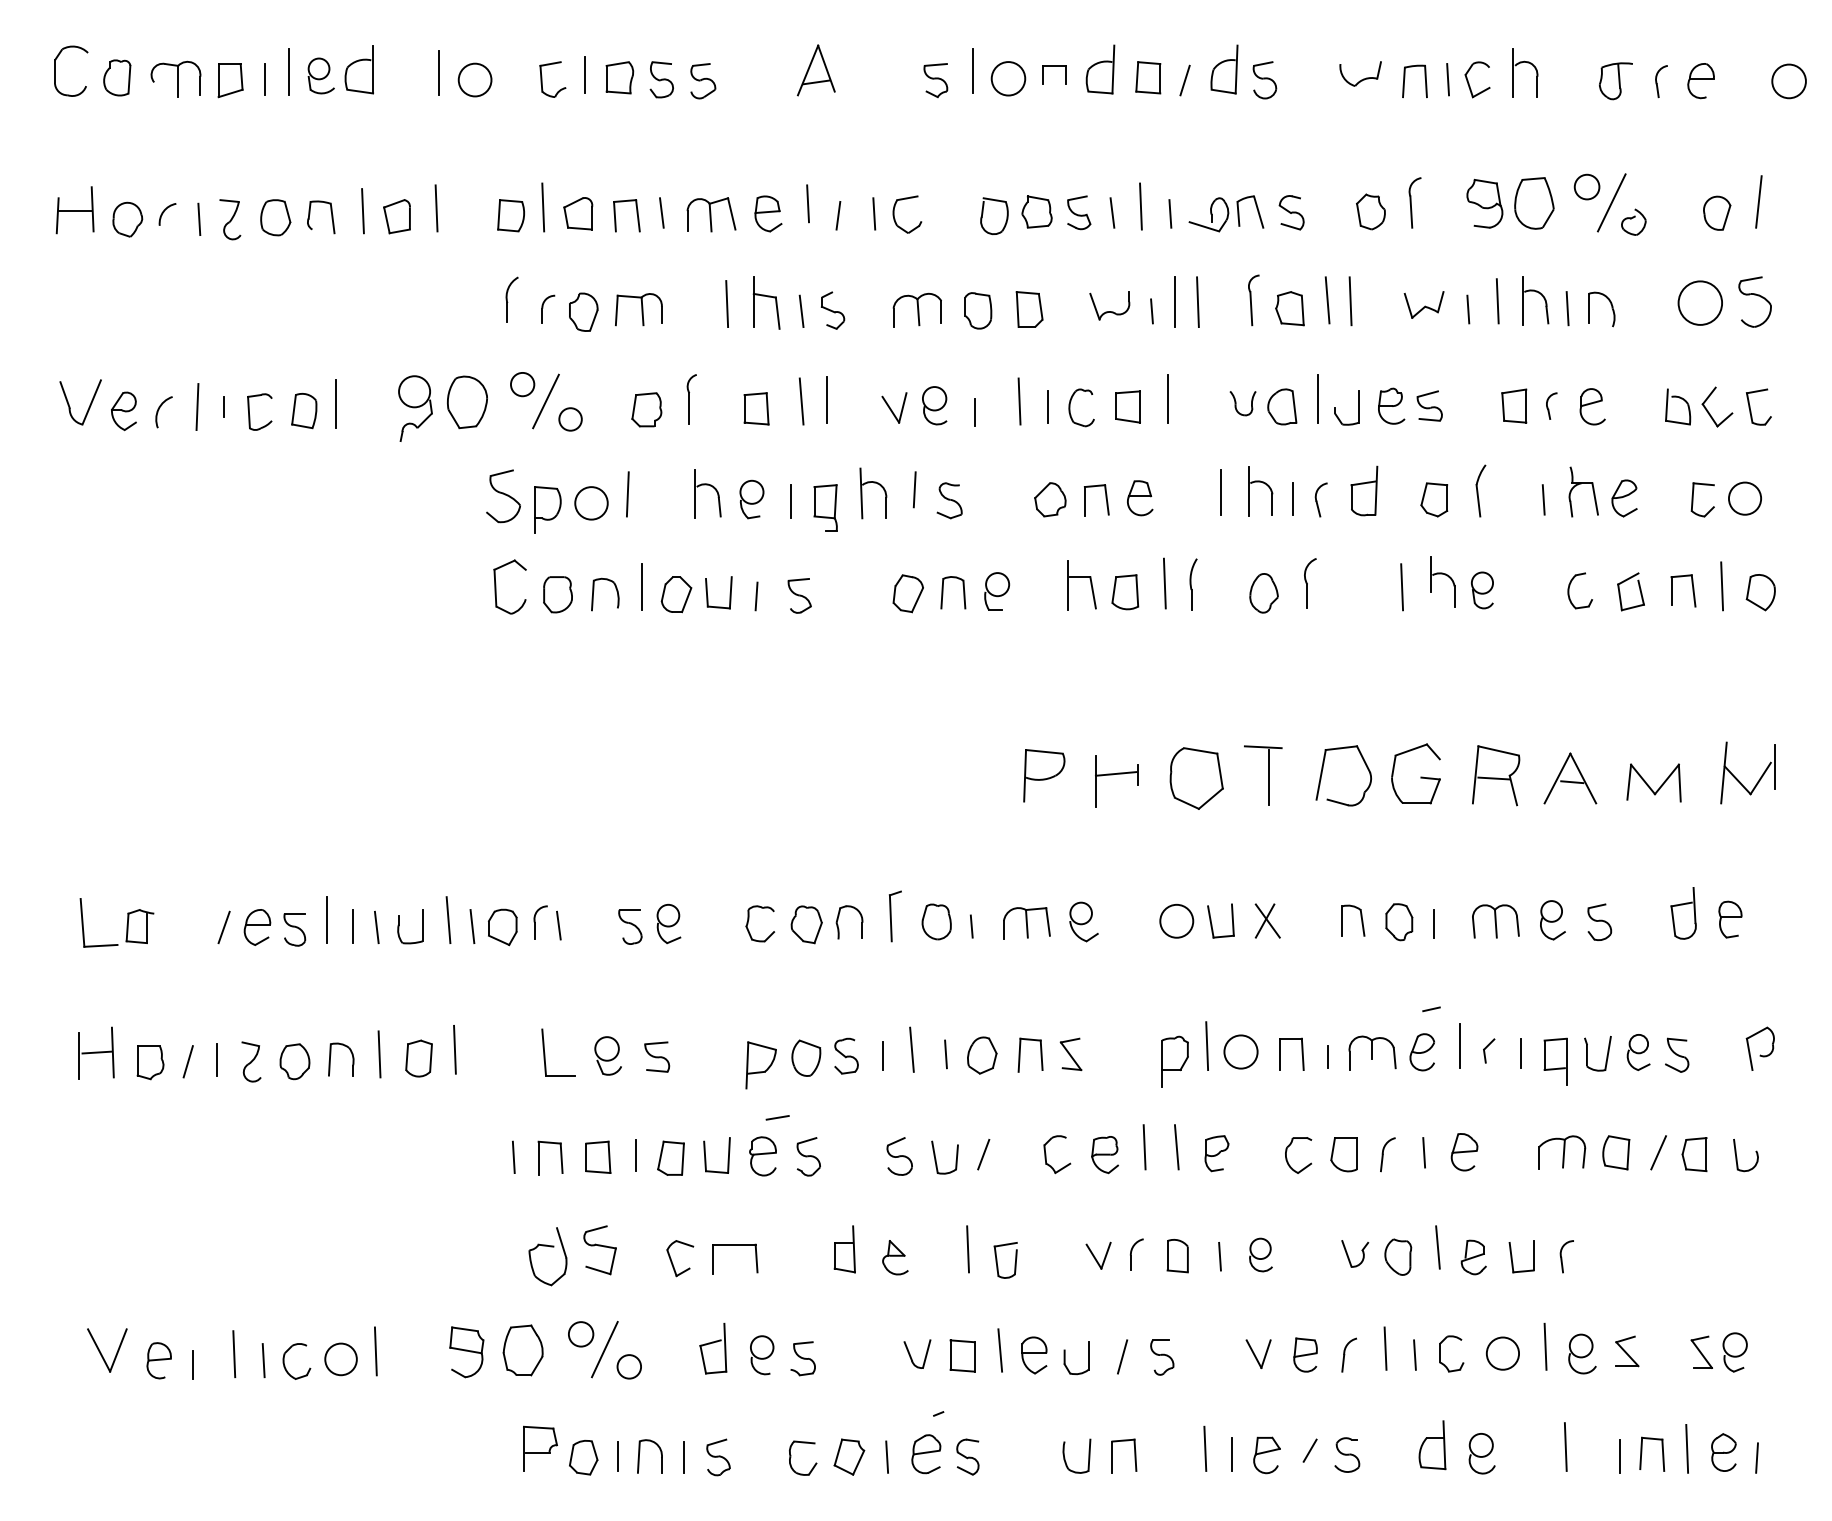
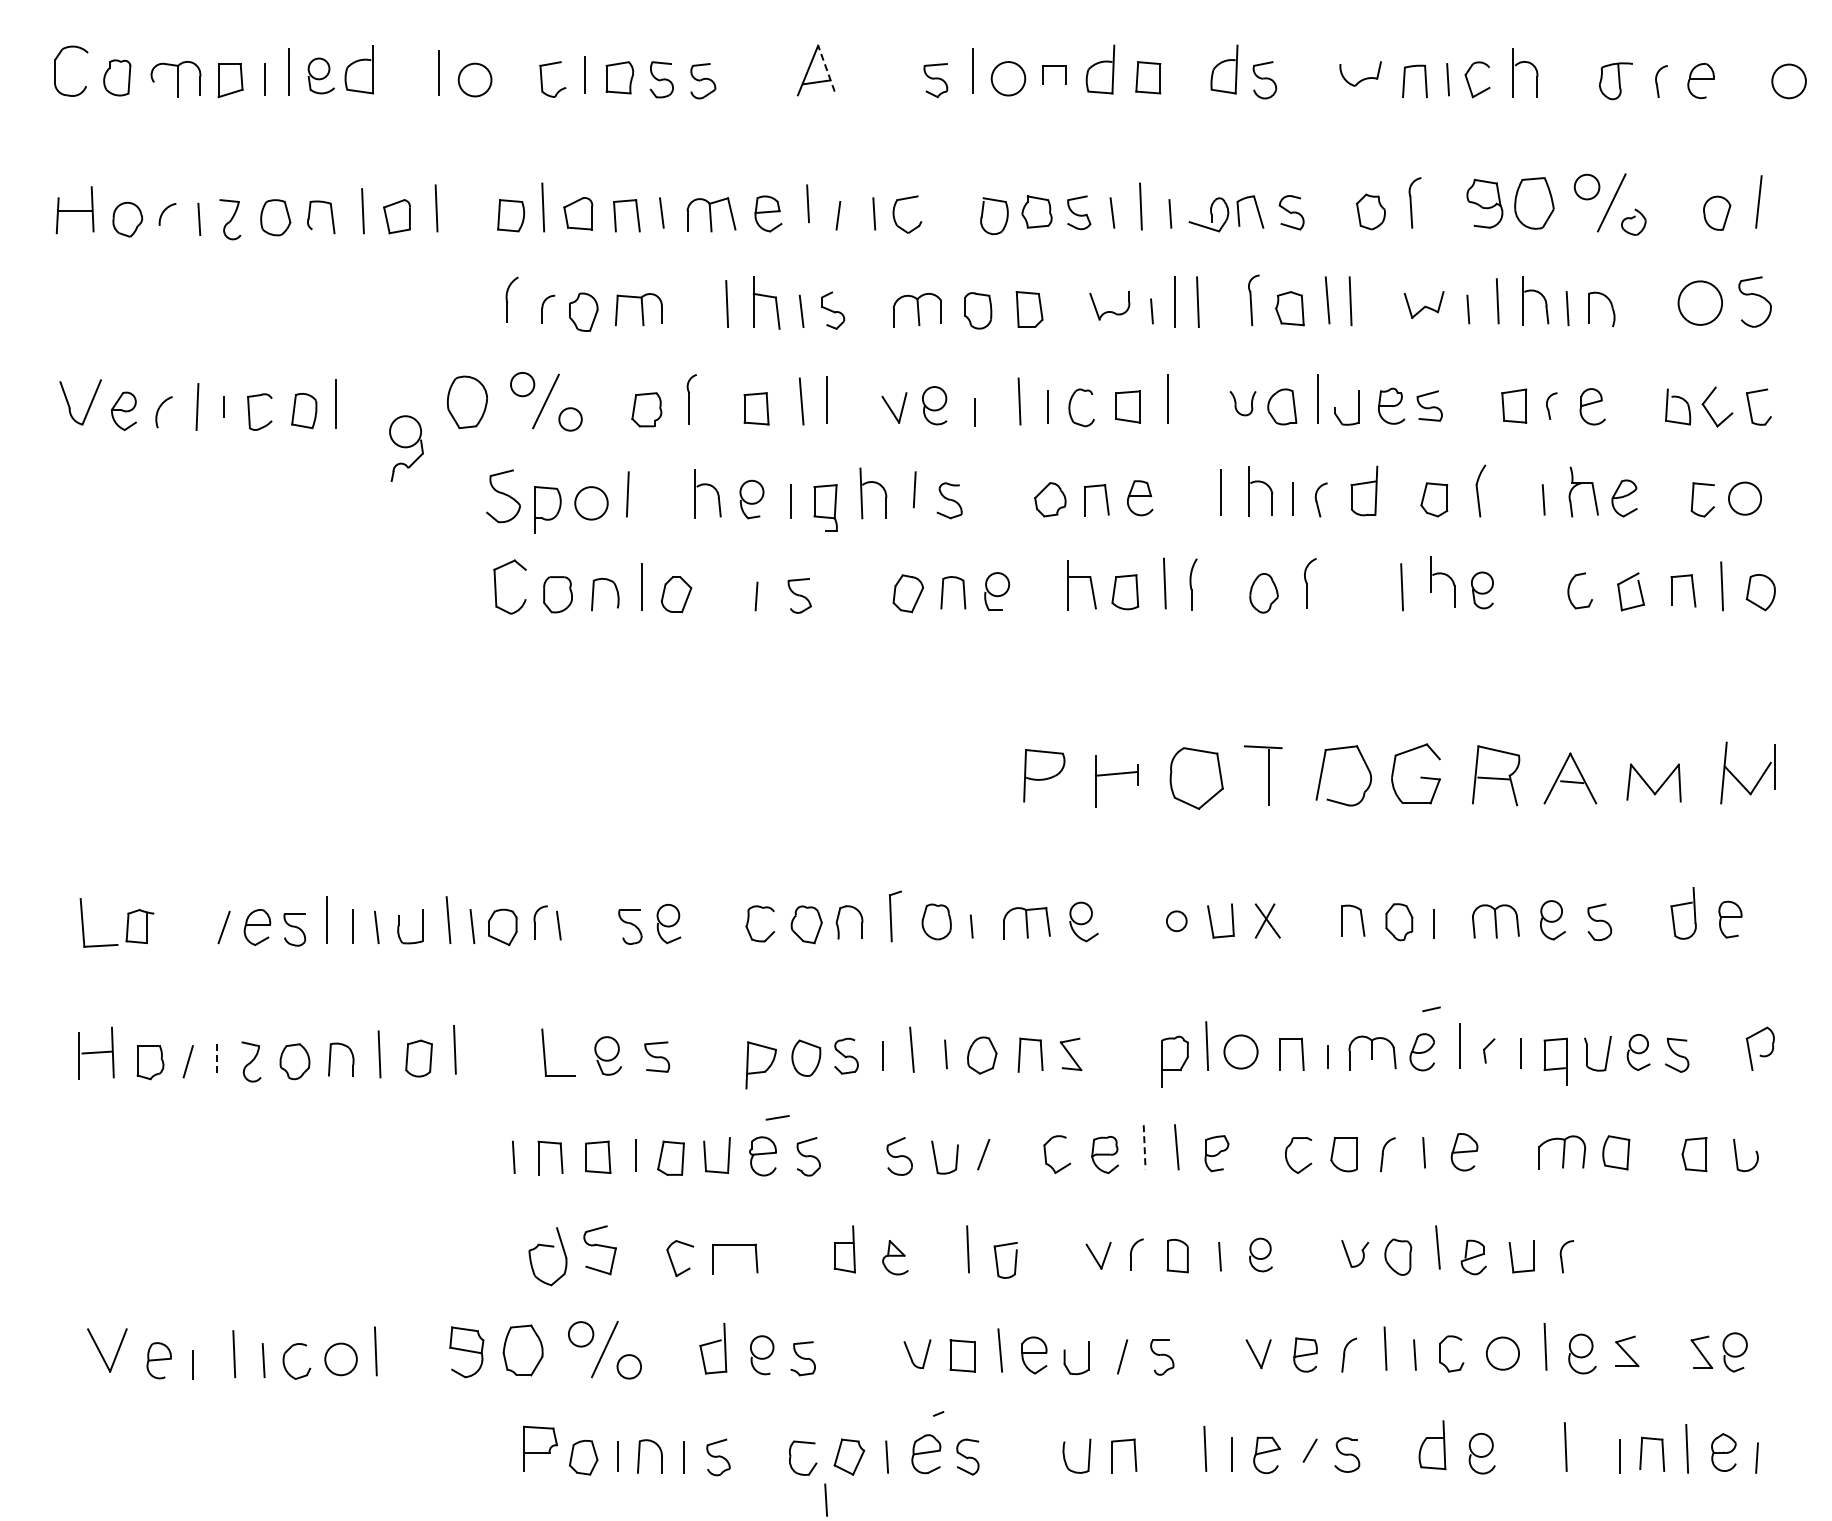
line at (826, 68): solid -> dashed
line at (1184, 80): present -> none
part at (415, 408) position: (415, 408) -> (406, 448)
part at (708, 596): present -> none
circle at (1176, 920) diameter: 33 px -> 20 px
line at (216, 1059): solid -> dashed
line at (1144, 1147): solid -> dashed
line at (1658, 1152): present -> none
line at (825, 1499): none -> present
